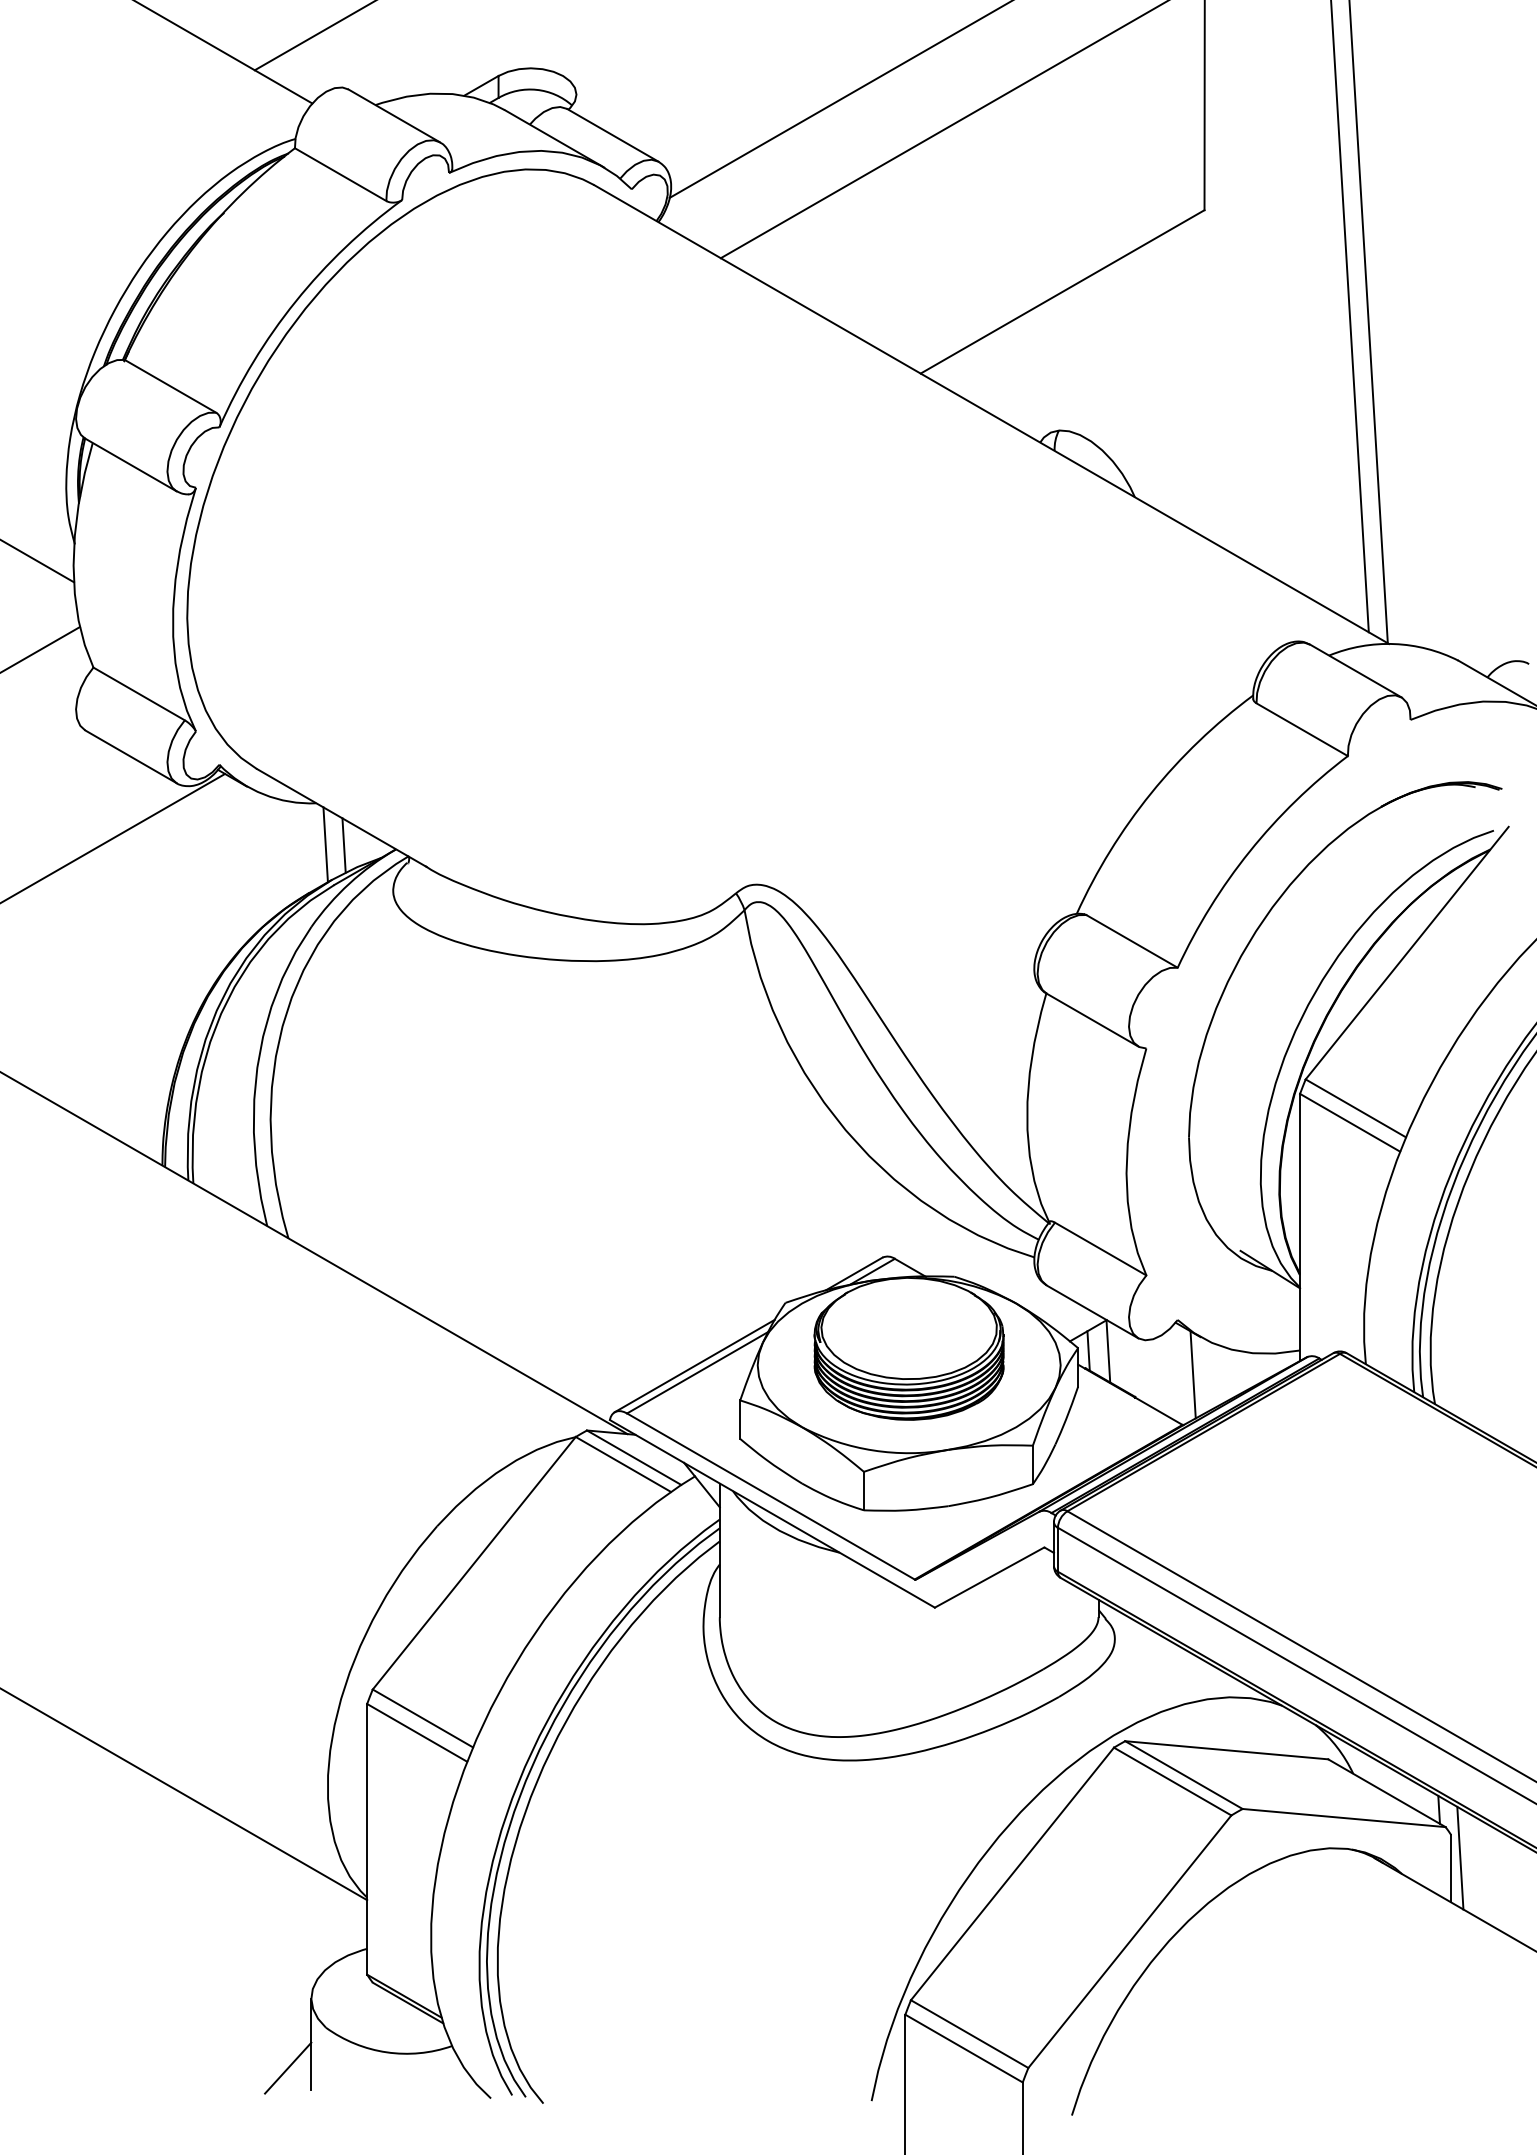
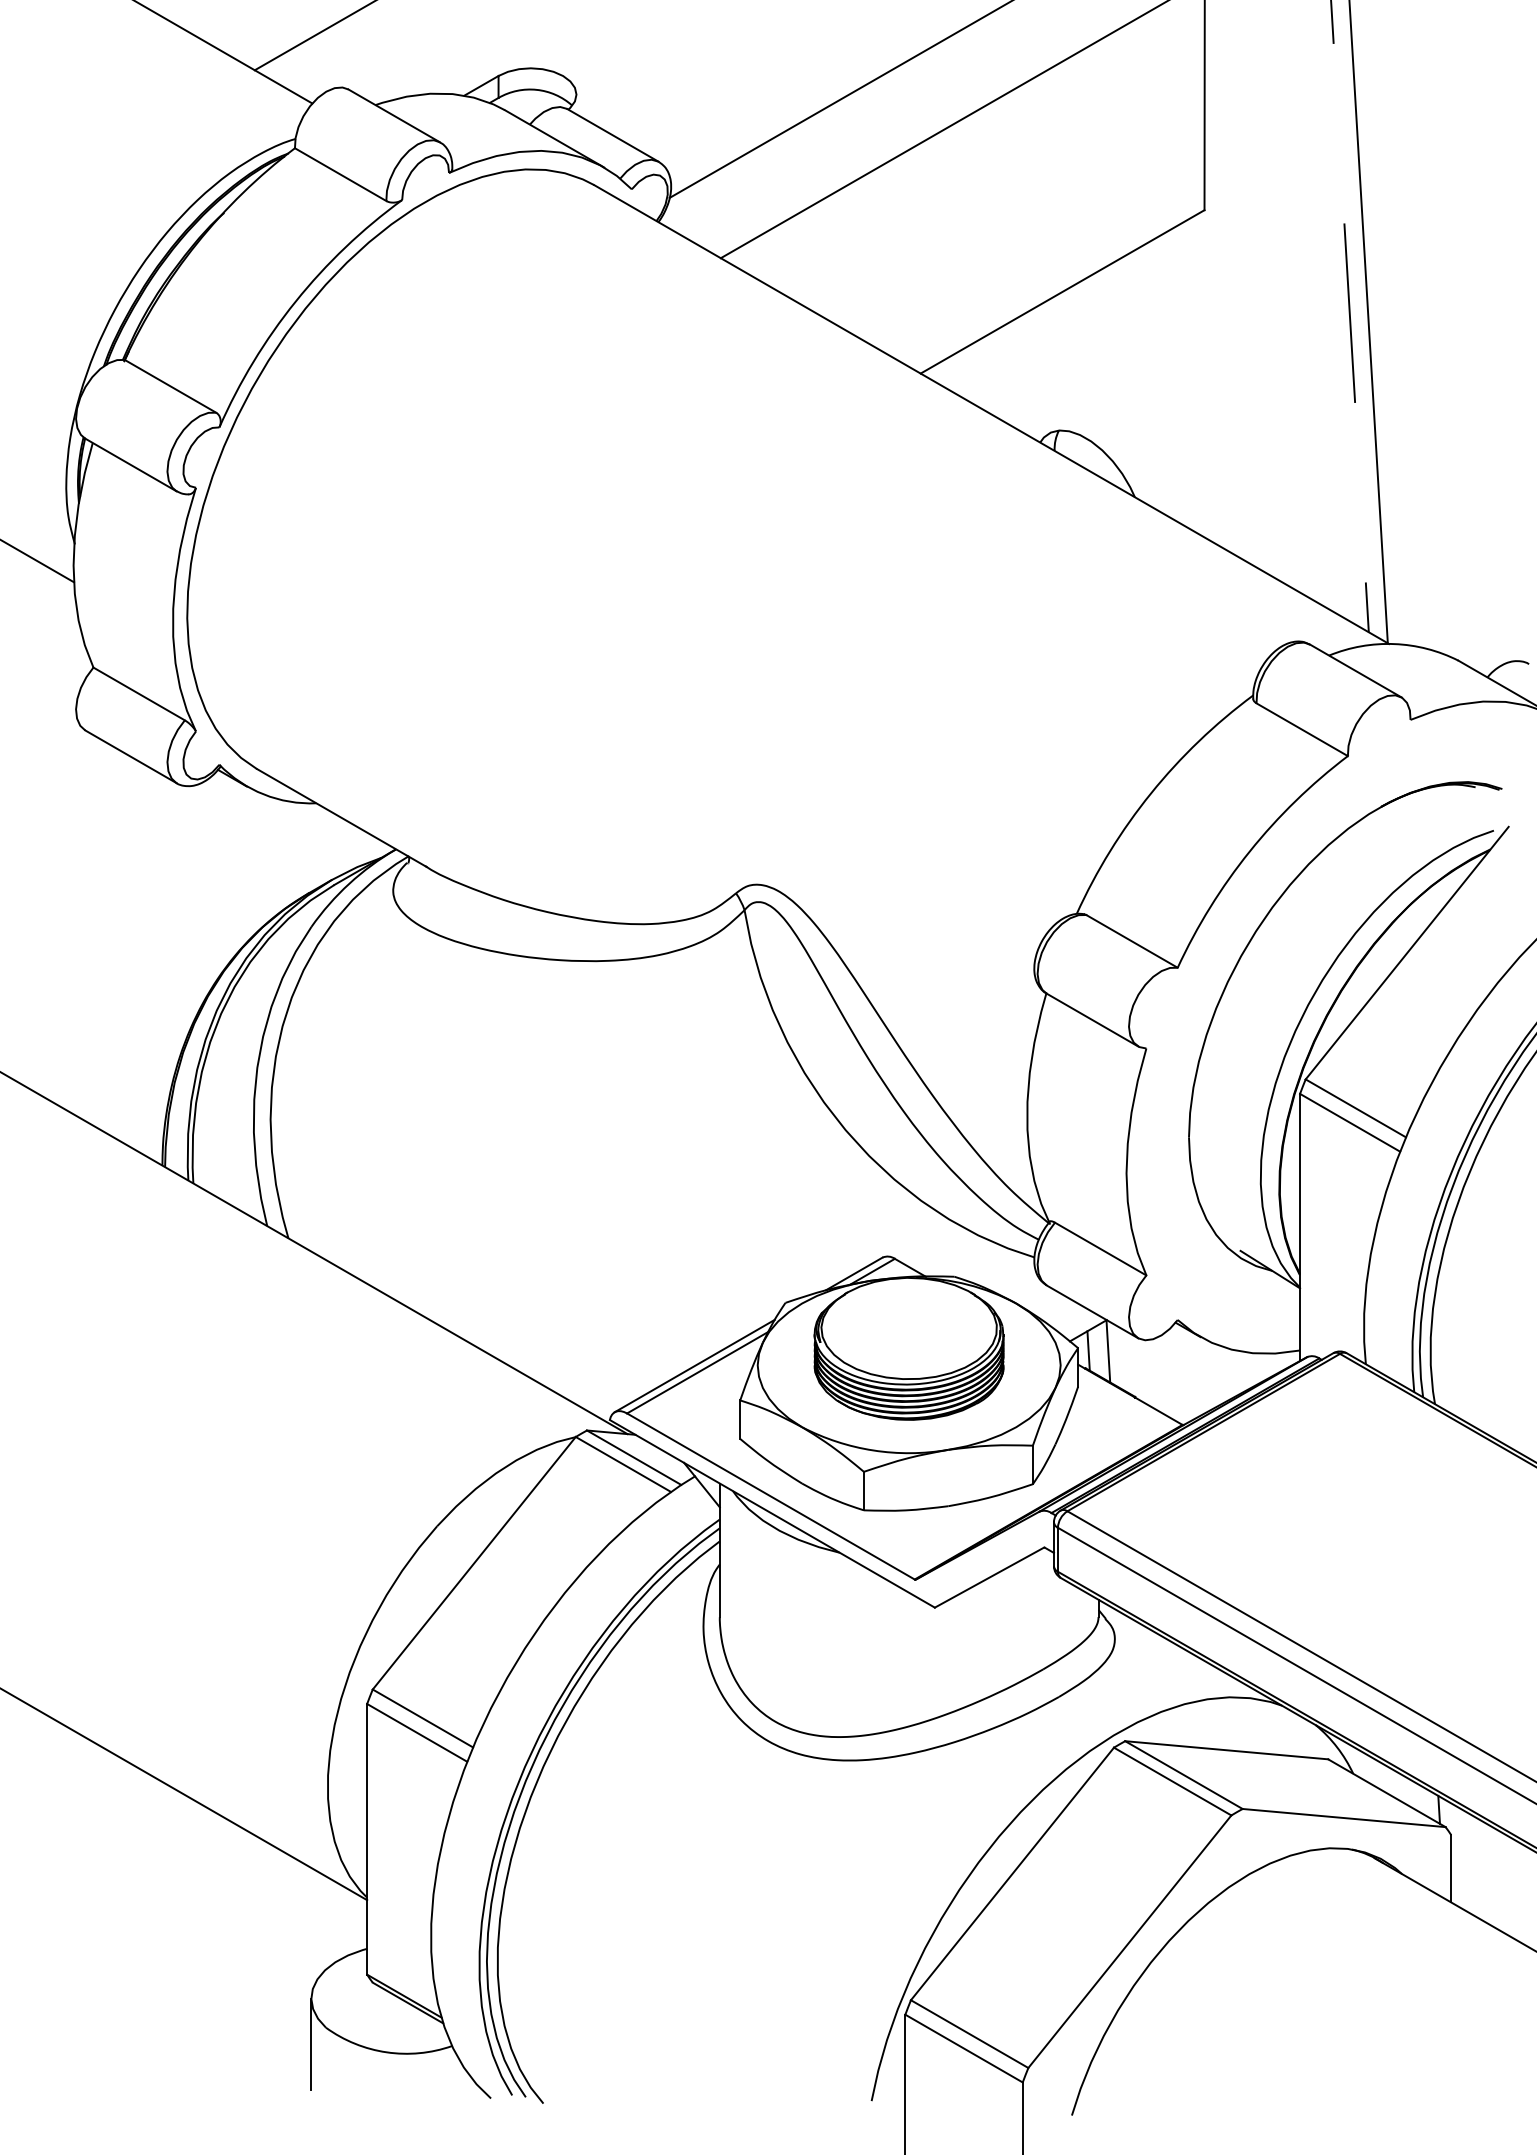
line at (1349, 316): solid -> dashed
line at (40, 649): present -> none
line at (113, 837): present -> none
line at (325, 844): present -> none
line at (343, 845): present -> none
line at (1192, 1374): present -> none
line at (1460, 1857): present -> none
line at (288, 2067): present -> none
